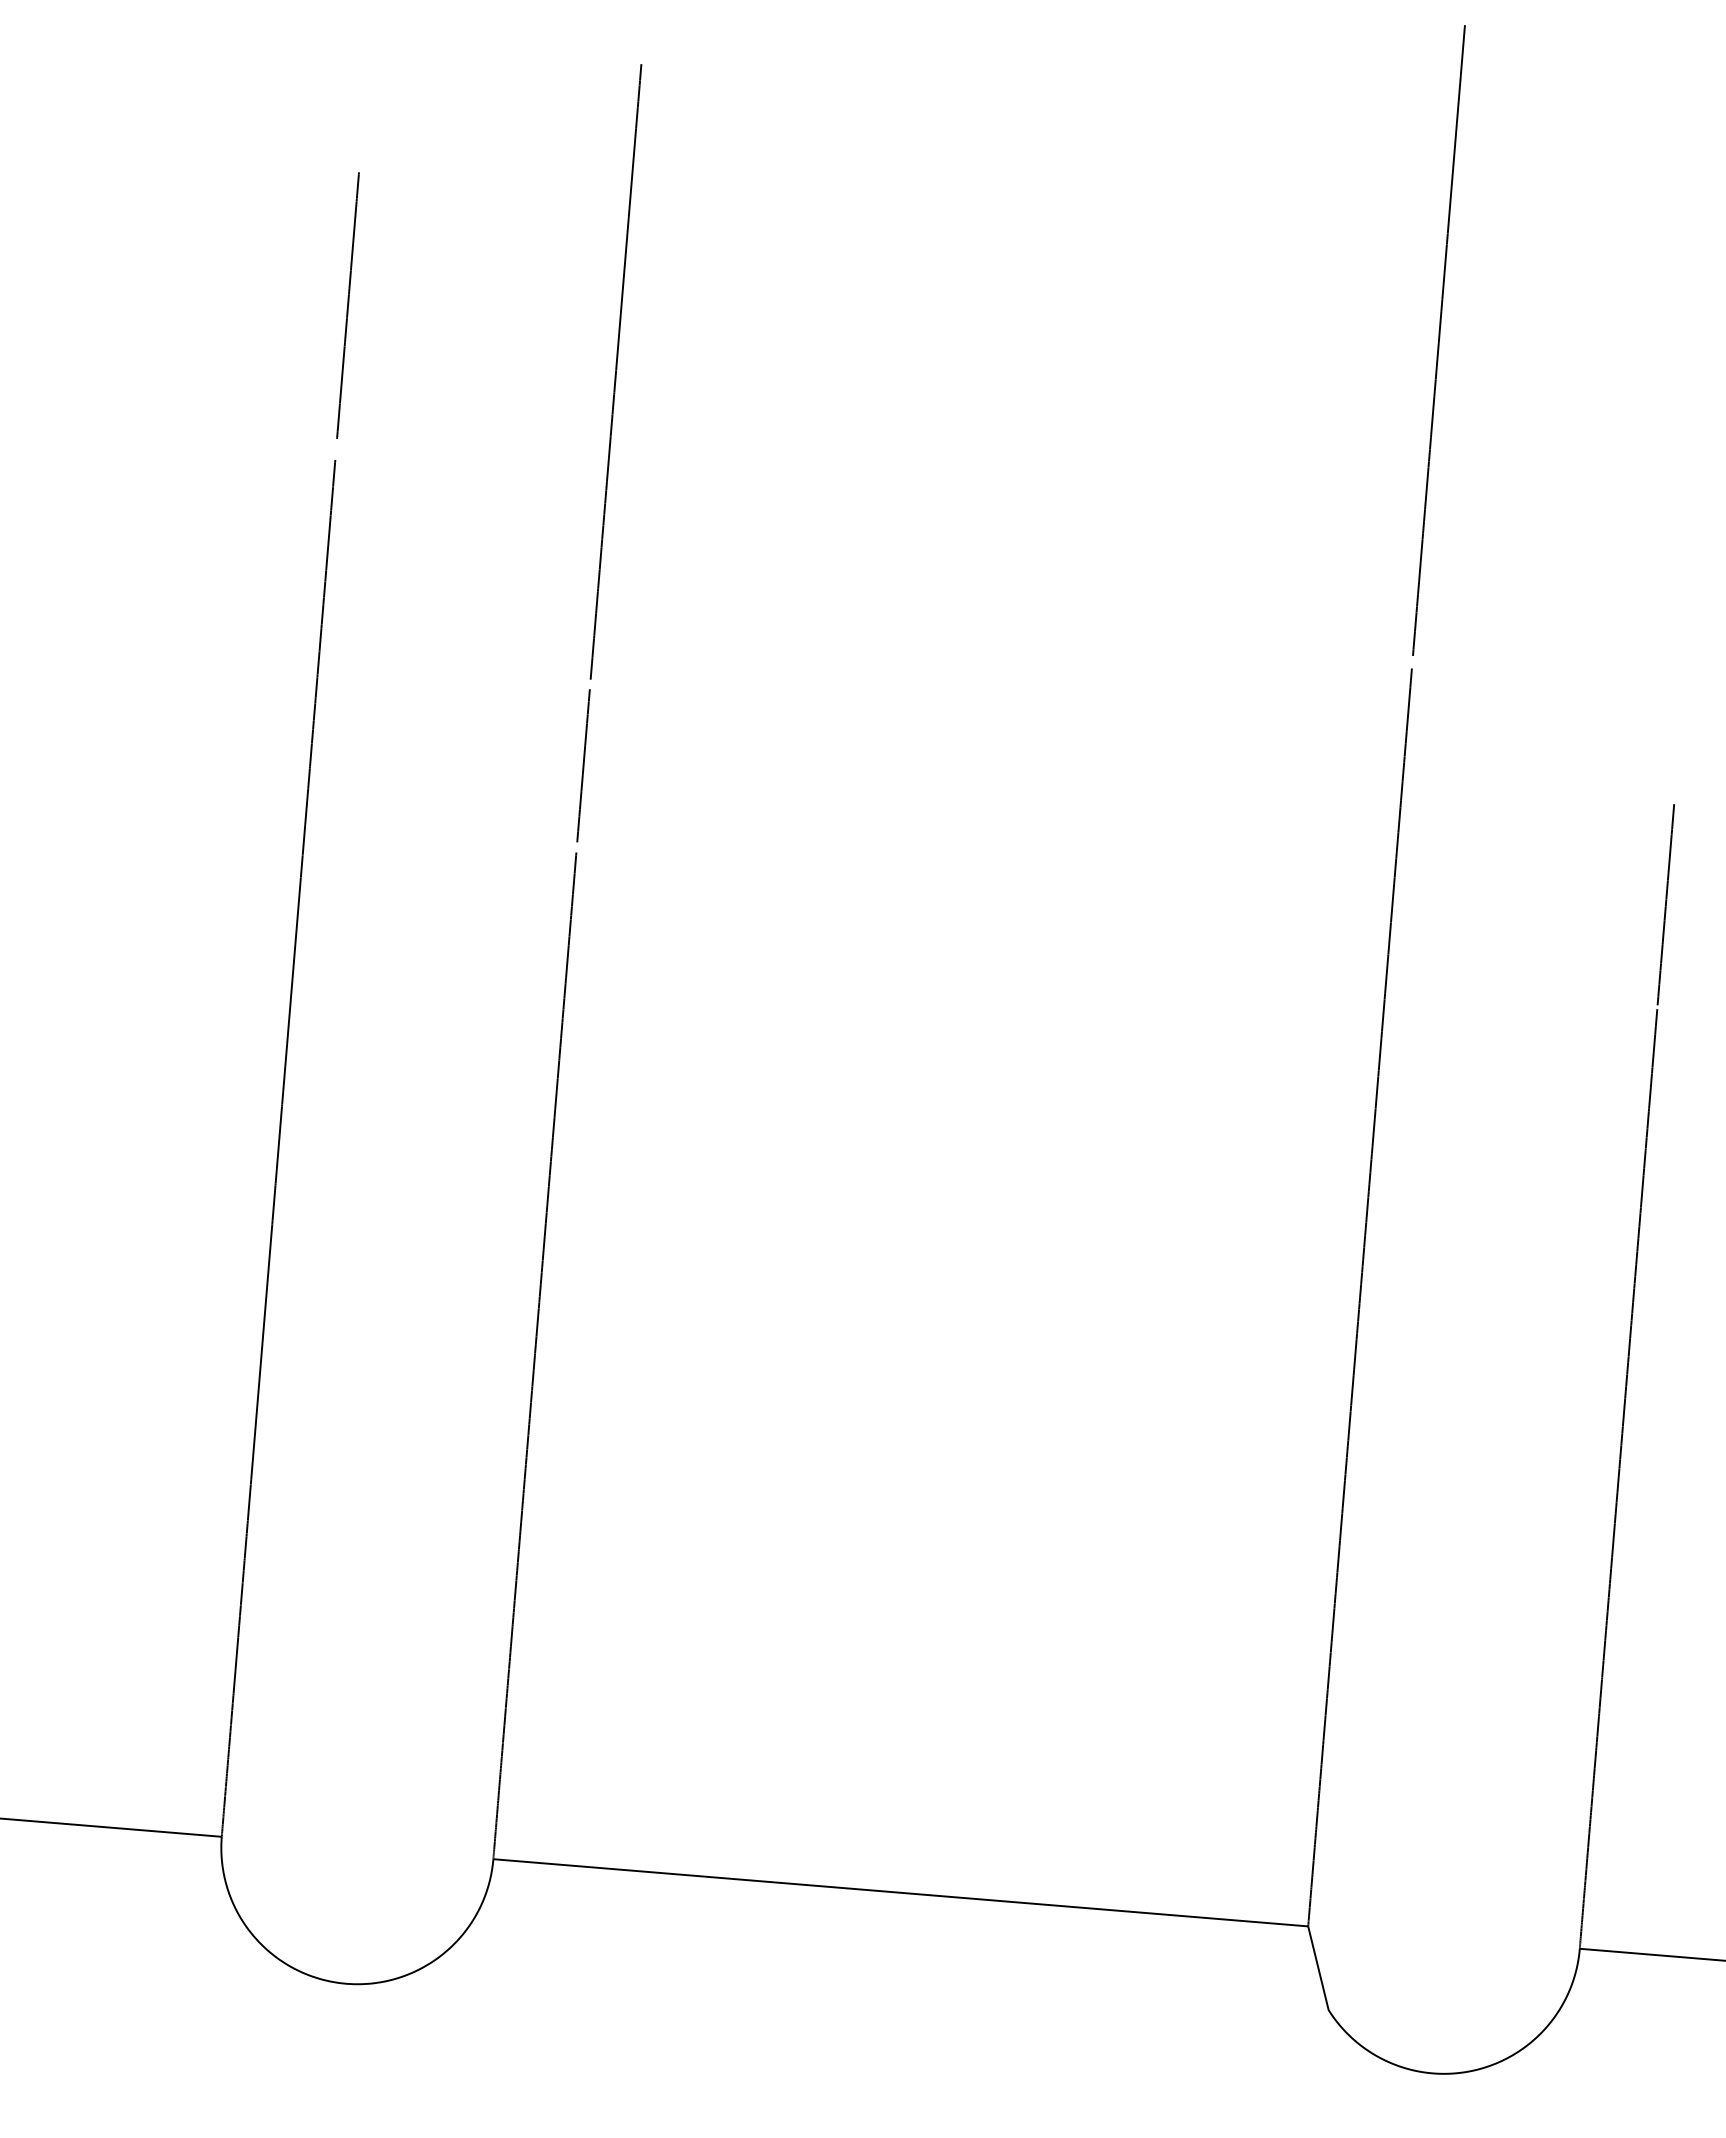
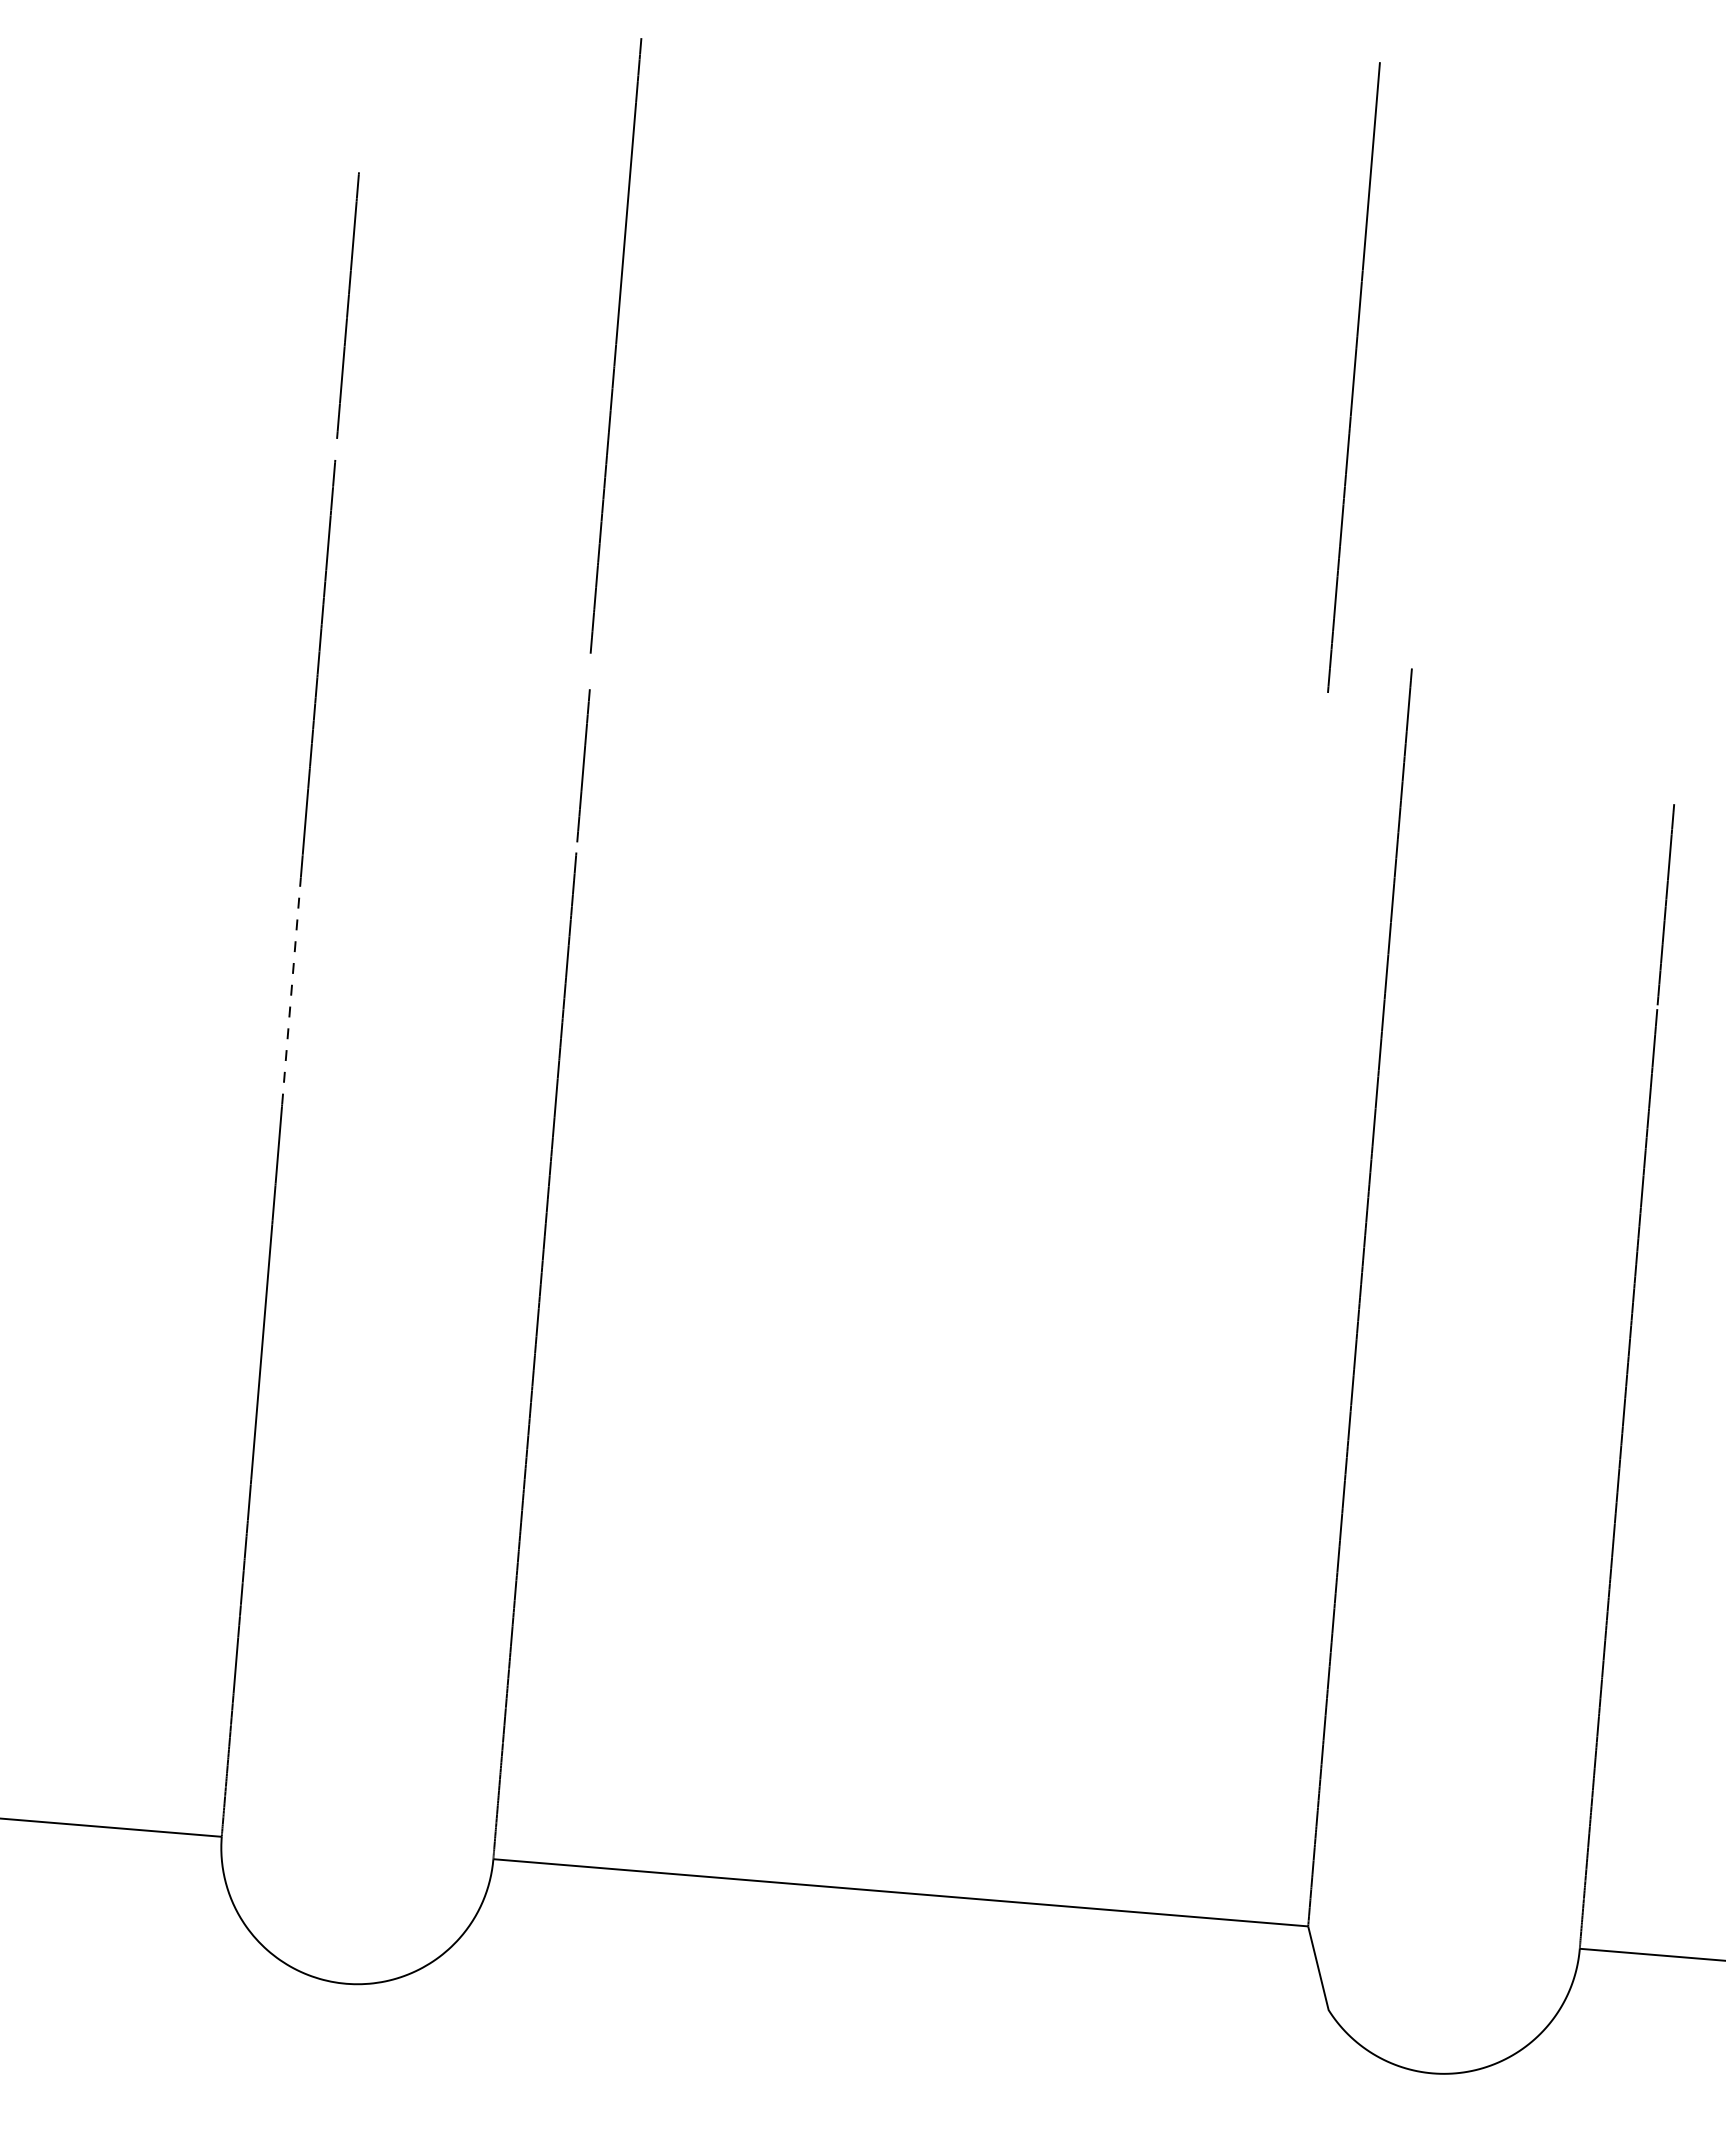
line at (1438, 340) position: (1438, 340) -> (1353, 377)
line at (615, 371) position: (615, 371) -> (615, 345)
line at (291, 991): solid -> dashed
